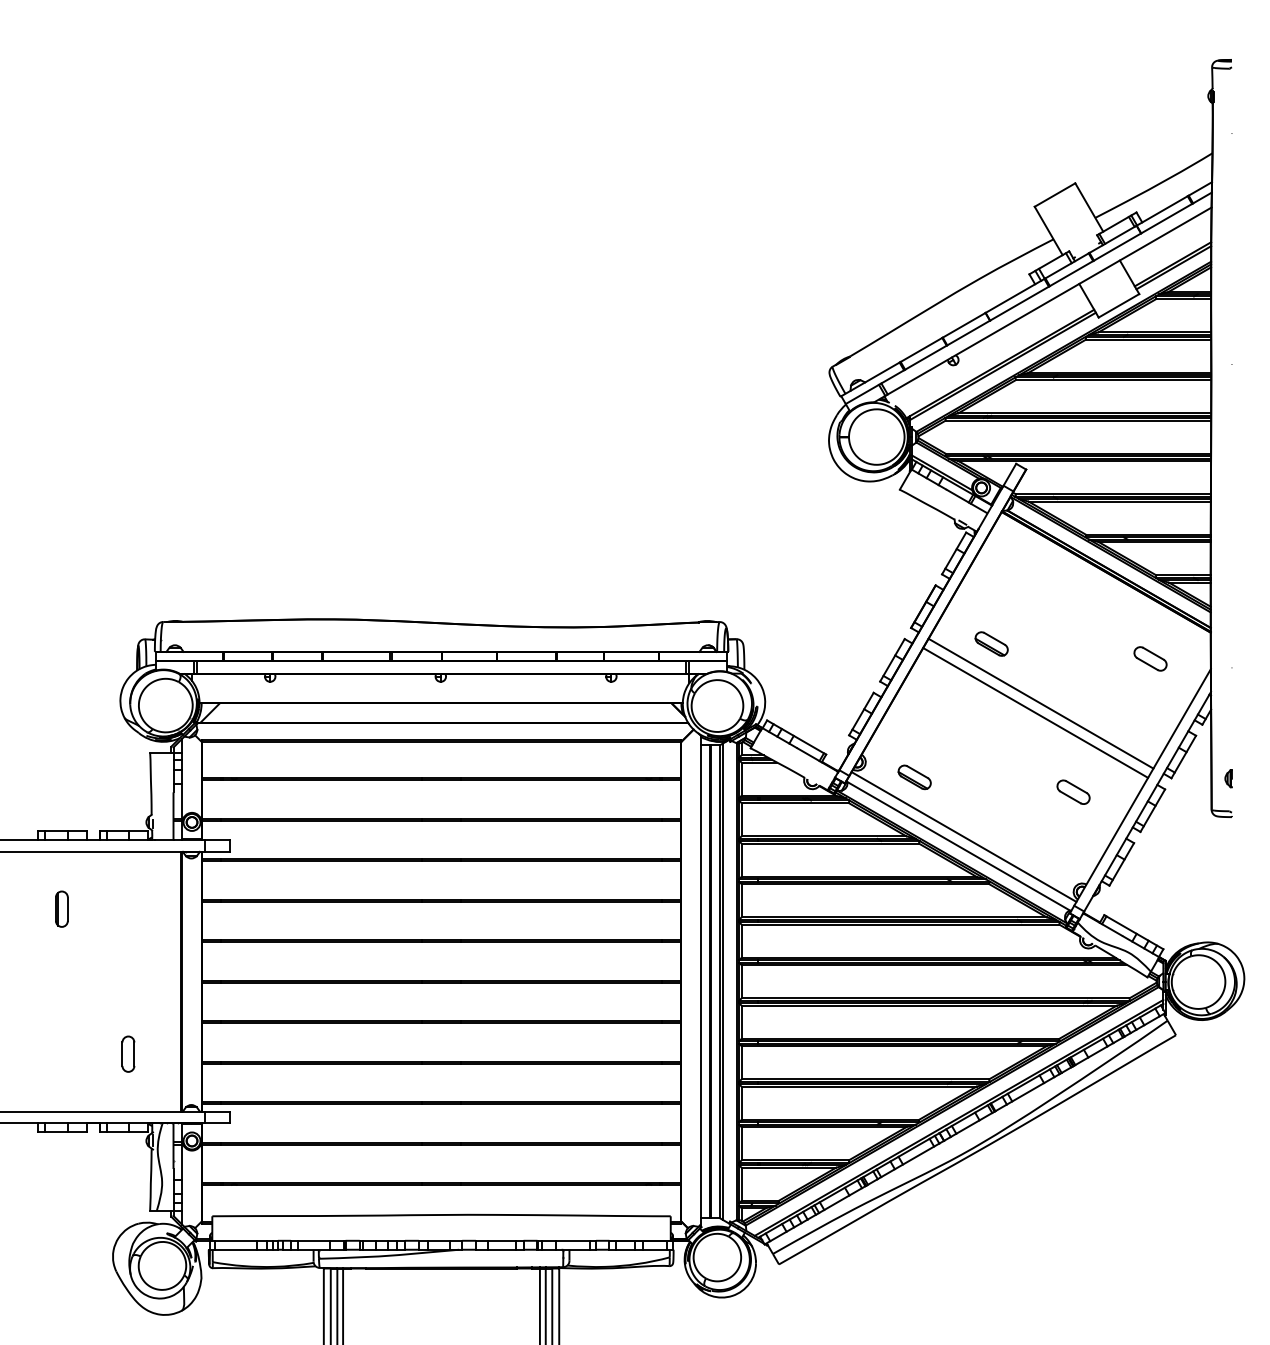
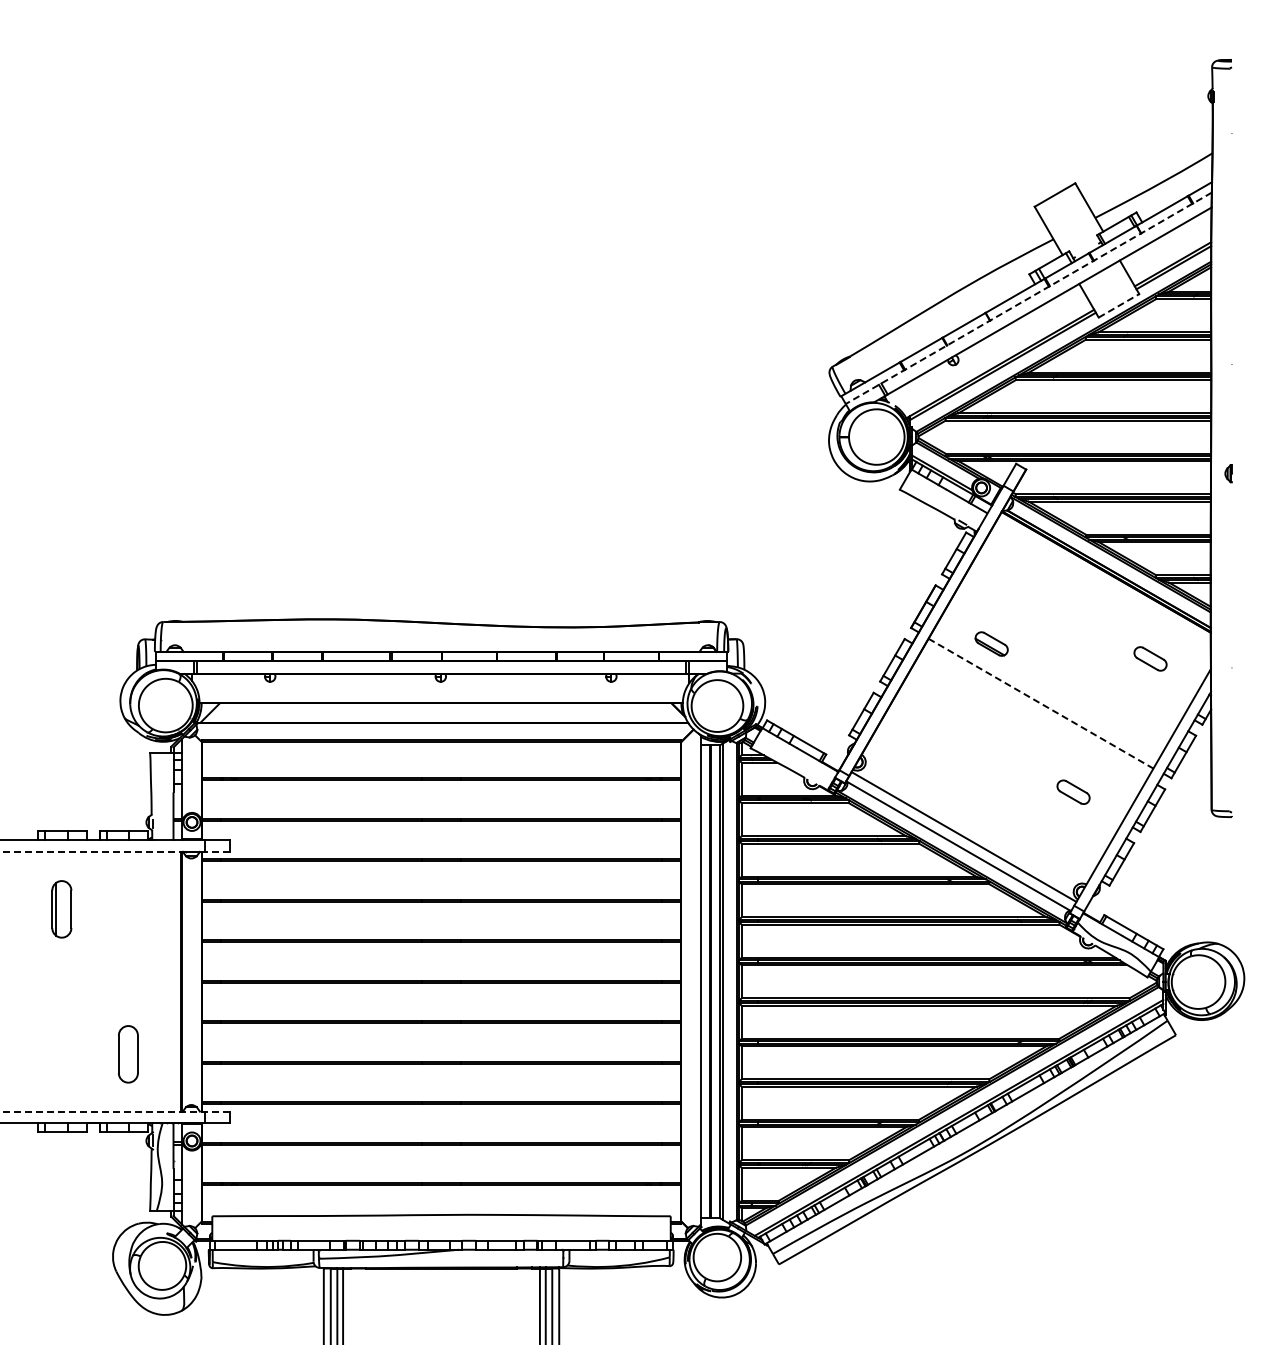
line at (1028, 298): solid -> dashed
line at (1119, 305): solid -> dashed
line at (1041, 703): solid -> dashed
line at (1035, 712): present -> none
part at (914, 777): present -> none
part at (1228, 778) position: (1228, 778) -> (1228, 473)
line at (115, 851): solid -> dashed
part at (61, 908) size: 14x38 px -> 22x59 px
part at (128, 1053) size: 15x38 px -> 21x59 px
line at (115, 1111): solid -> dashed
